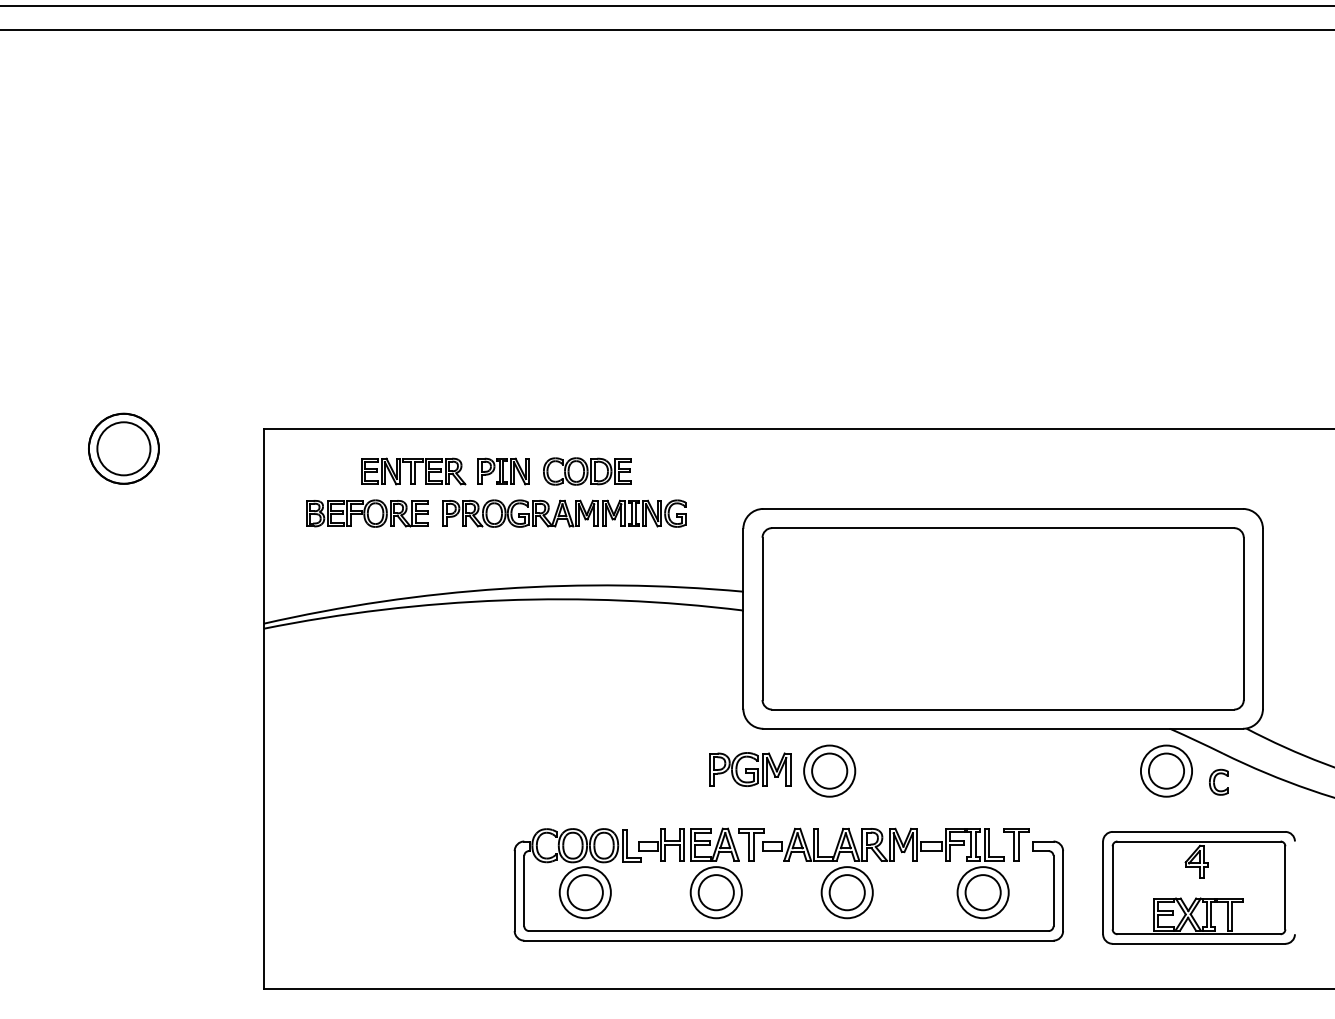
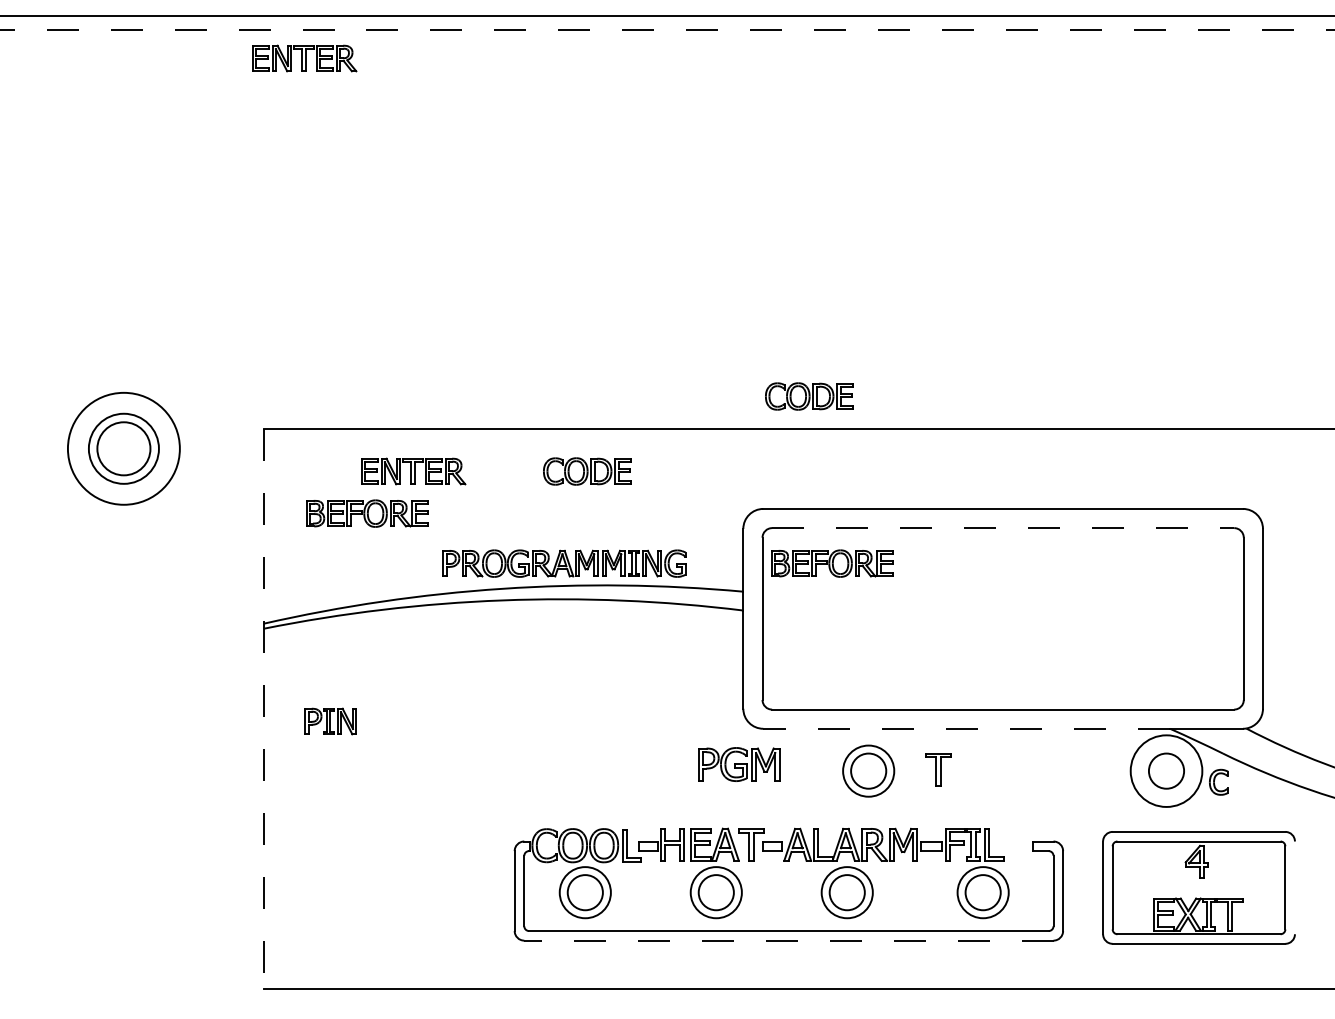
line at (666, 5) position: (666, 5) -> (666, 15)
line at (667, 30): solid -> dashed
part at (304, 58): none -> present
part at (809, 396): none -> present
circle at (123, 448) diameter: 70 px -> 112 px
part at (503, 471) position: (503, 471) -> (330, 721)
part at (564, 513) position: (564, 513) -> (564, 563)
line at (1003, 528): solid -> dashed
part at (832, 563): none -> present
line at (263, 708): solid -> dashed
line at (966, 728): solid -> dashed
part at (750, 769) position: (750, 769) -> (739, 764)
part at (829, 770) position: (829, 770) -> (868, 770)
circle at (1166, 770) diameter: 51 px -> 72 px
part at (1016, 844) position: (1016, 844) -> (938, 769)
line at (788, 940): solid -> dashed
